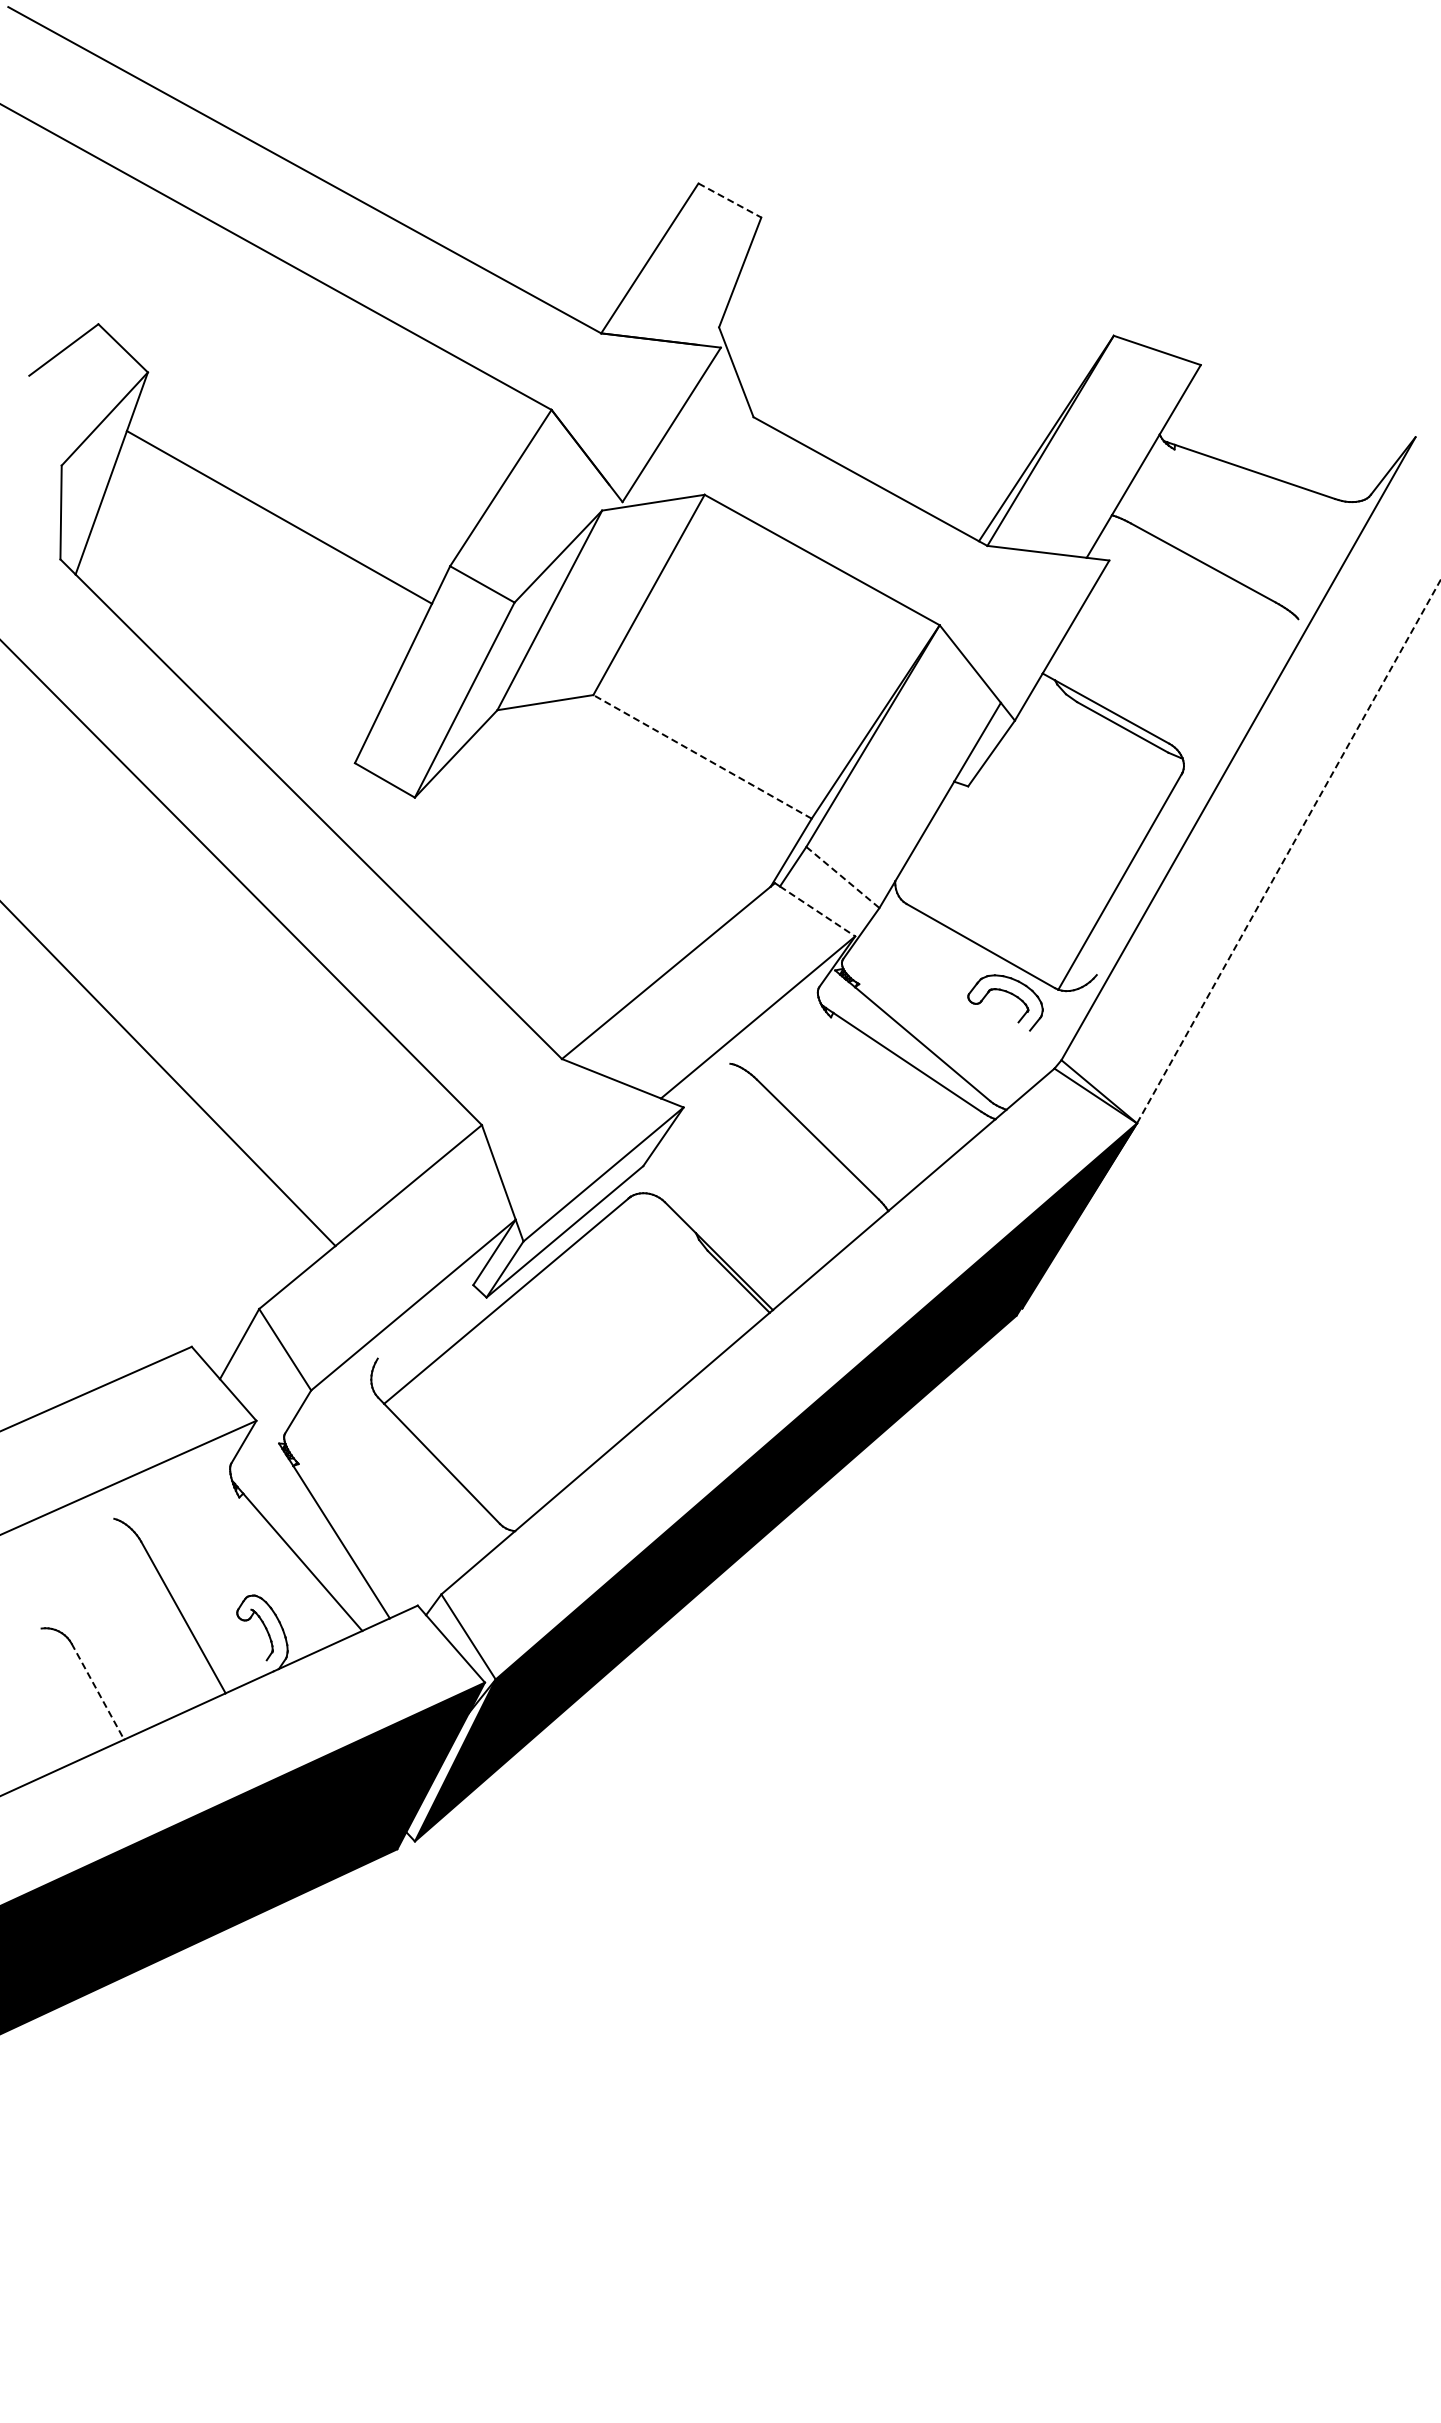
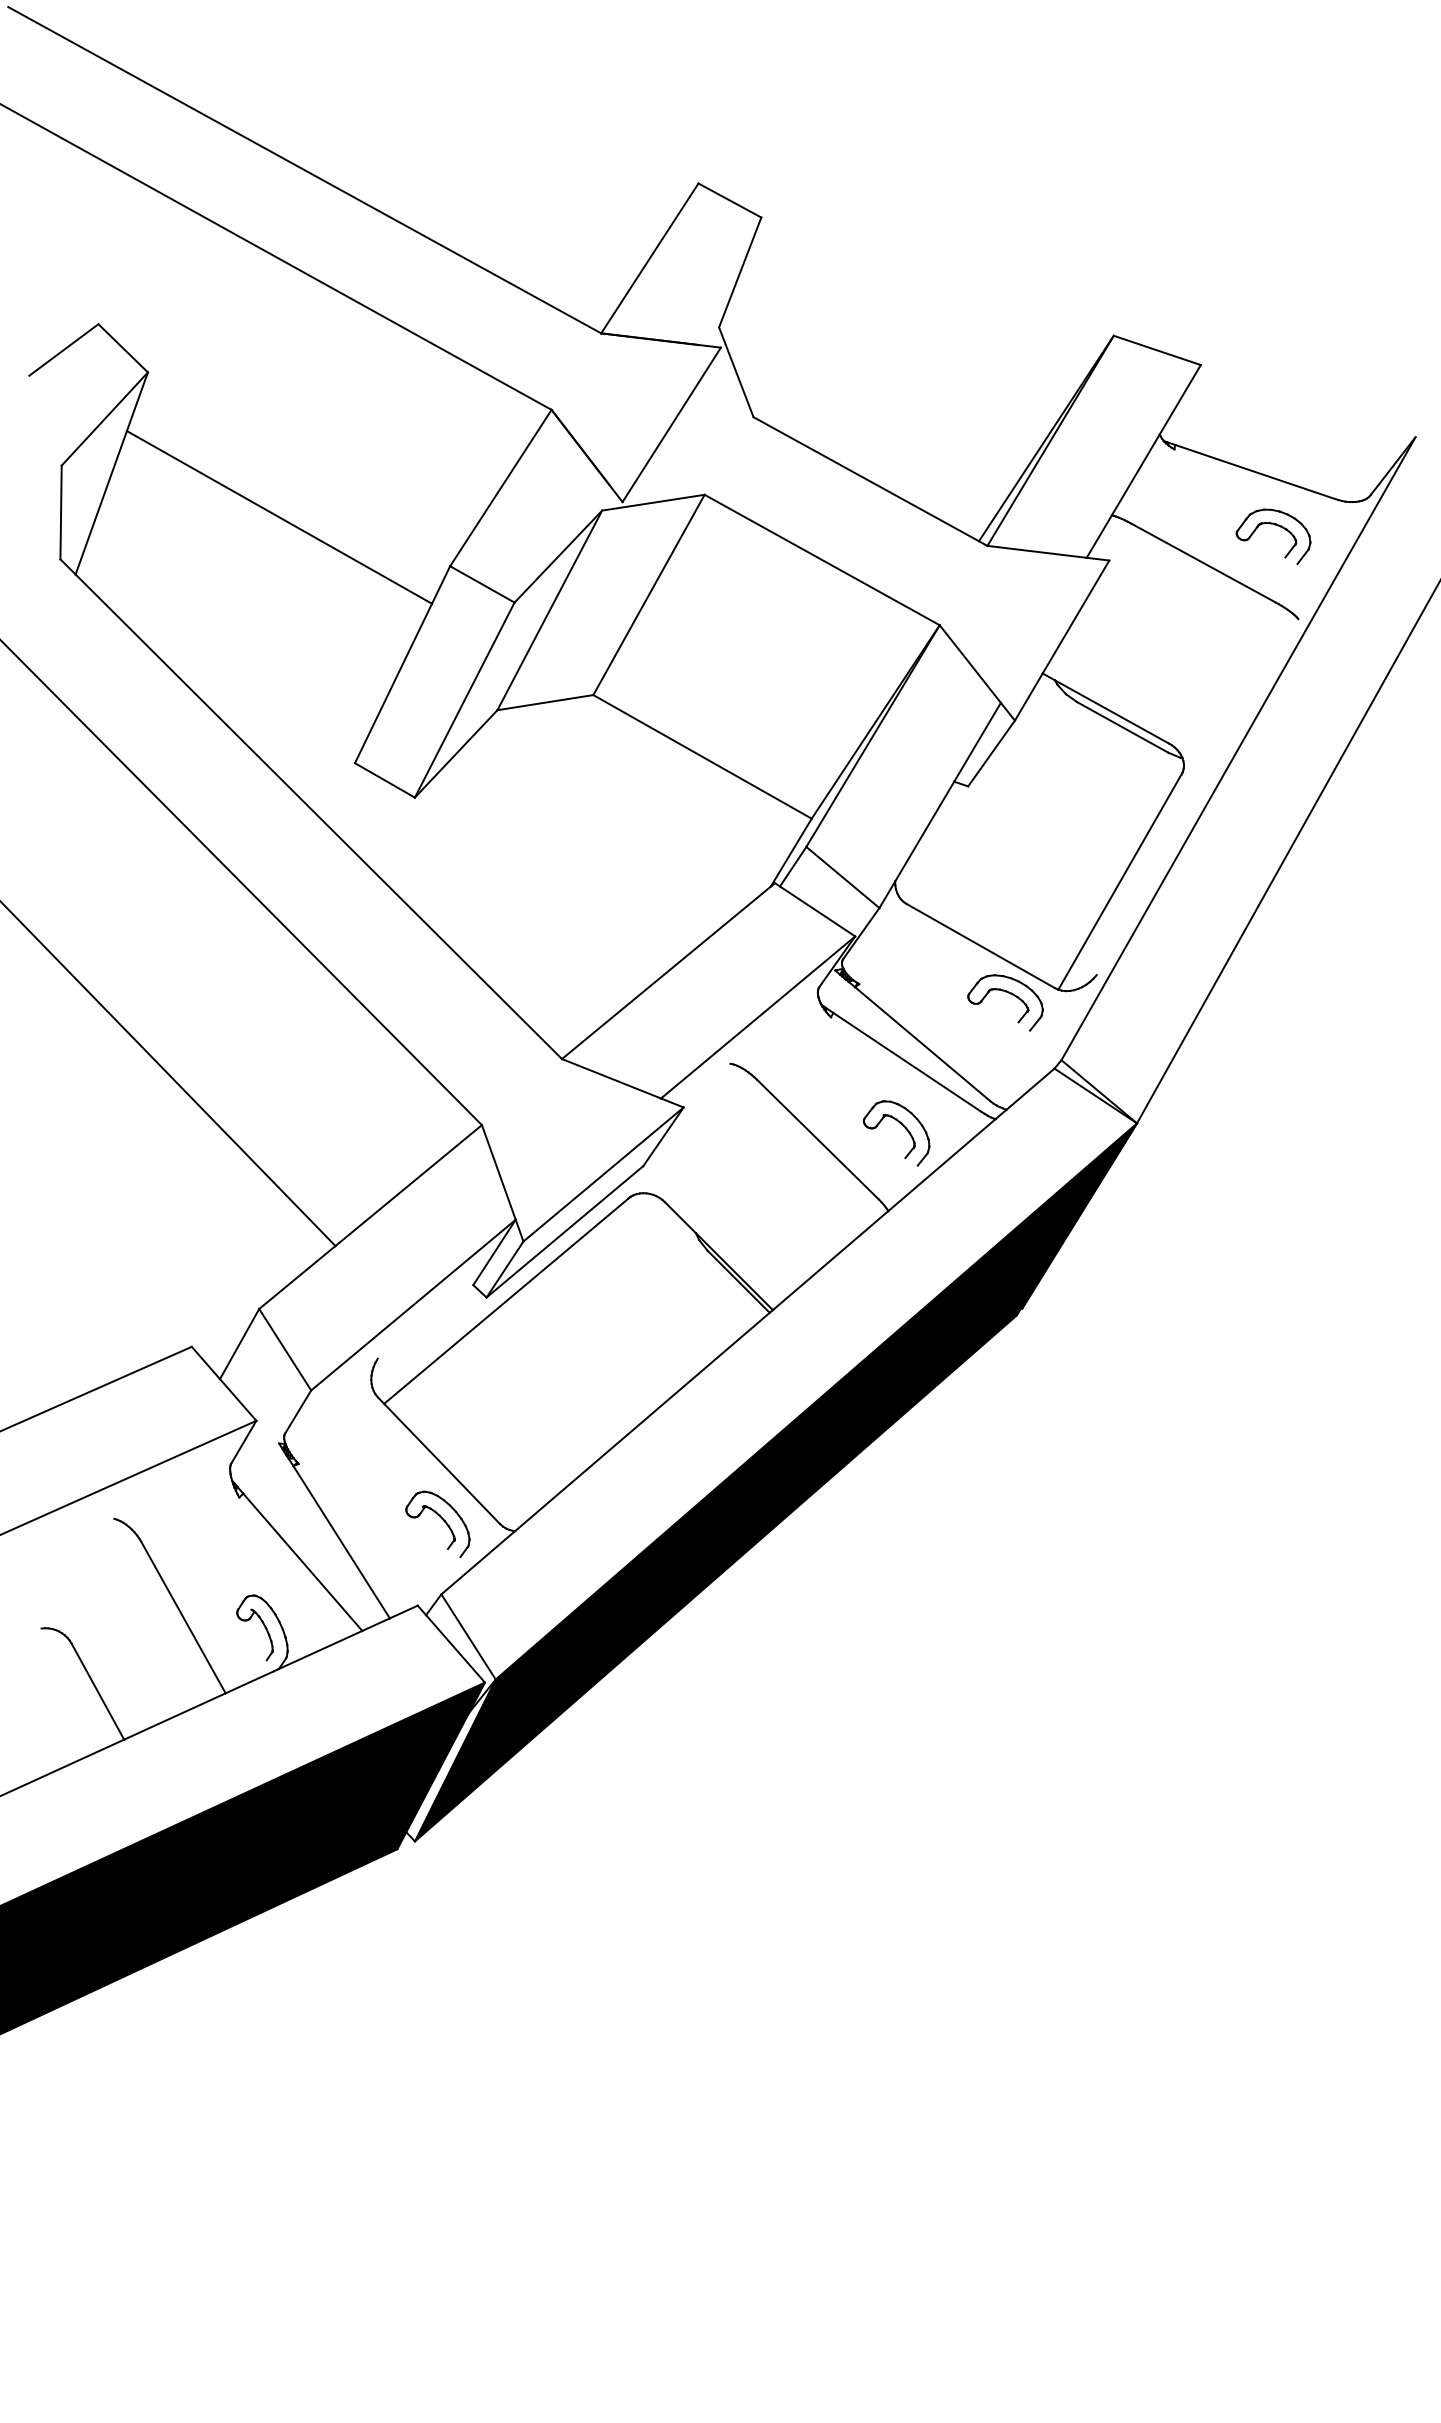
line at (729, 200): dashed -> solid
part at (1277, 526): none -> present
line at (702, 756): dashed -> solid
line at (1289, 851): dashed -> solid
line at (842, 877): dashed -> solid
line at (818, 911): dashed -> solid
part at (904, 1128): none -> present
part at (442, 1520): none -> present
line at (97, 1691): dashed -> solid
